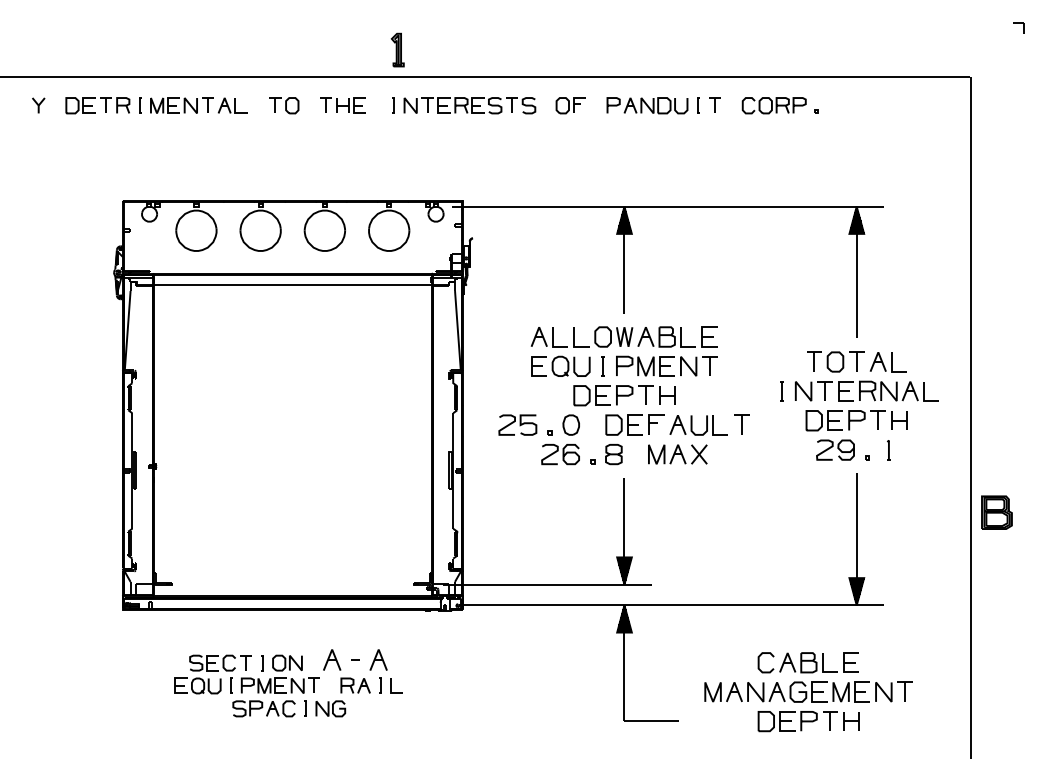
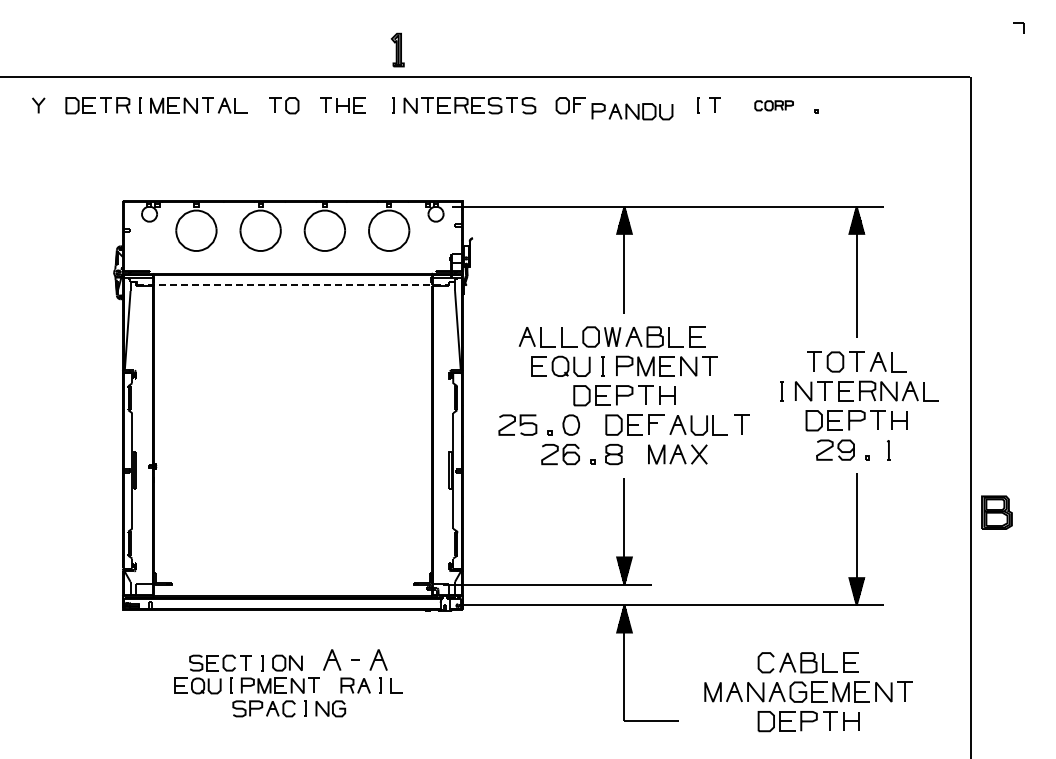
part at (647, 105) position: (647, 105) -> (632, 111)
part at (773, 105) size: 66x18 px -> 40x12 px
line at (292, 285): solid -> dashed
part at (623, 336) position: (623, 336) -> (611, 336)
